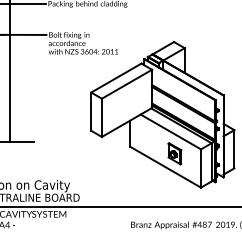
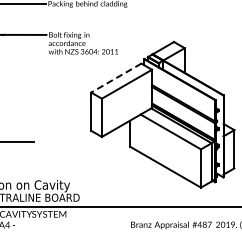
line at (10, 71): present -> none
line at (116, 78): solid -> dashed
part at (174, 153): present -> none
